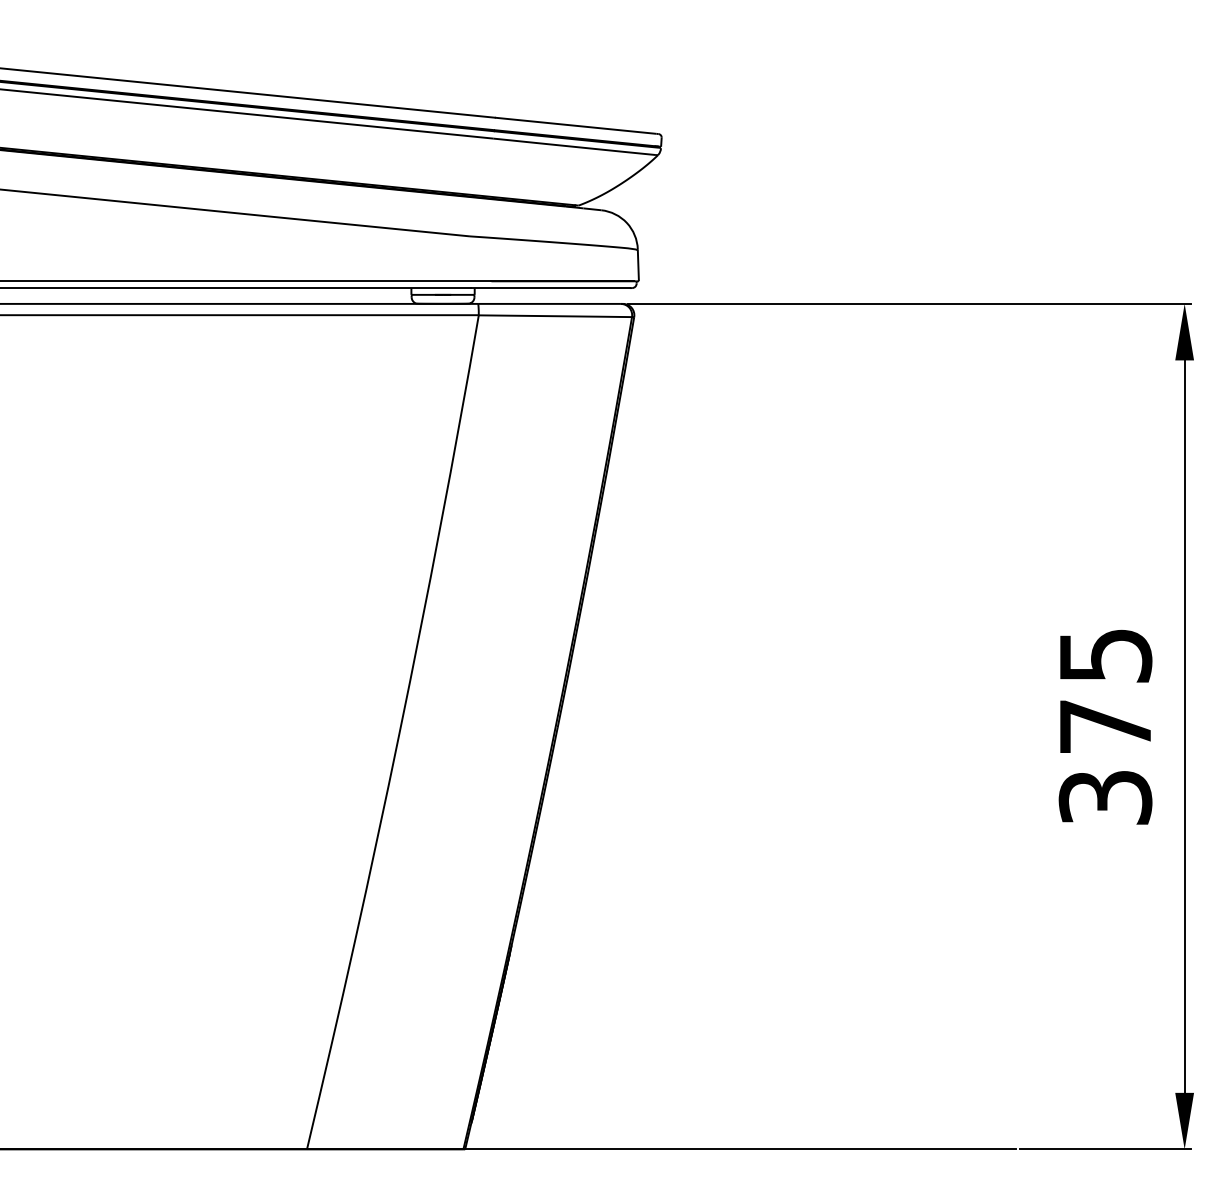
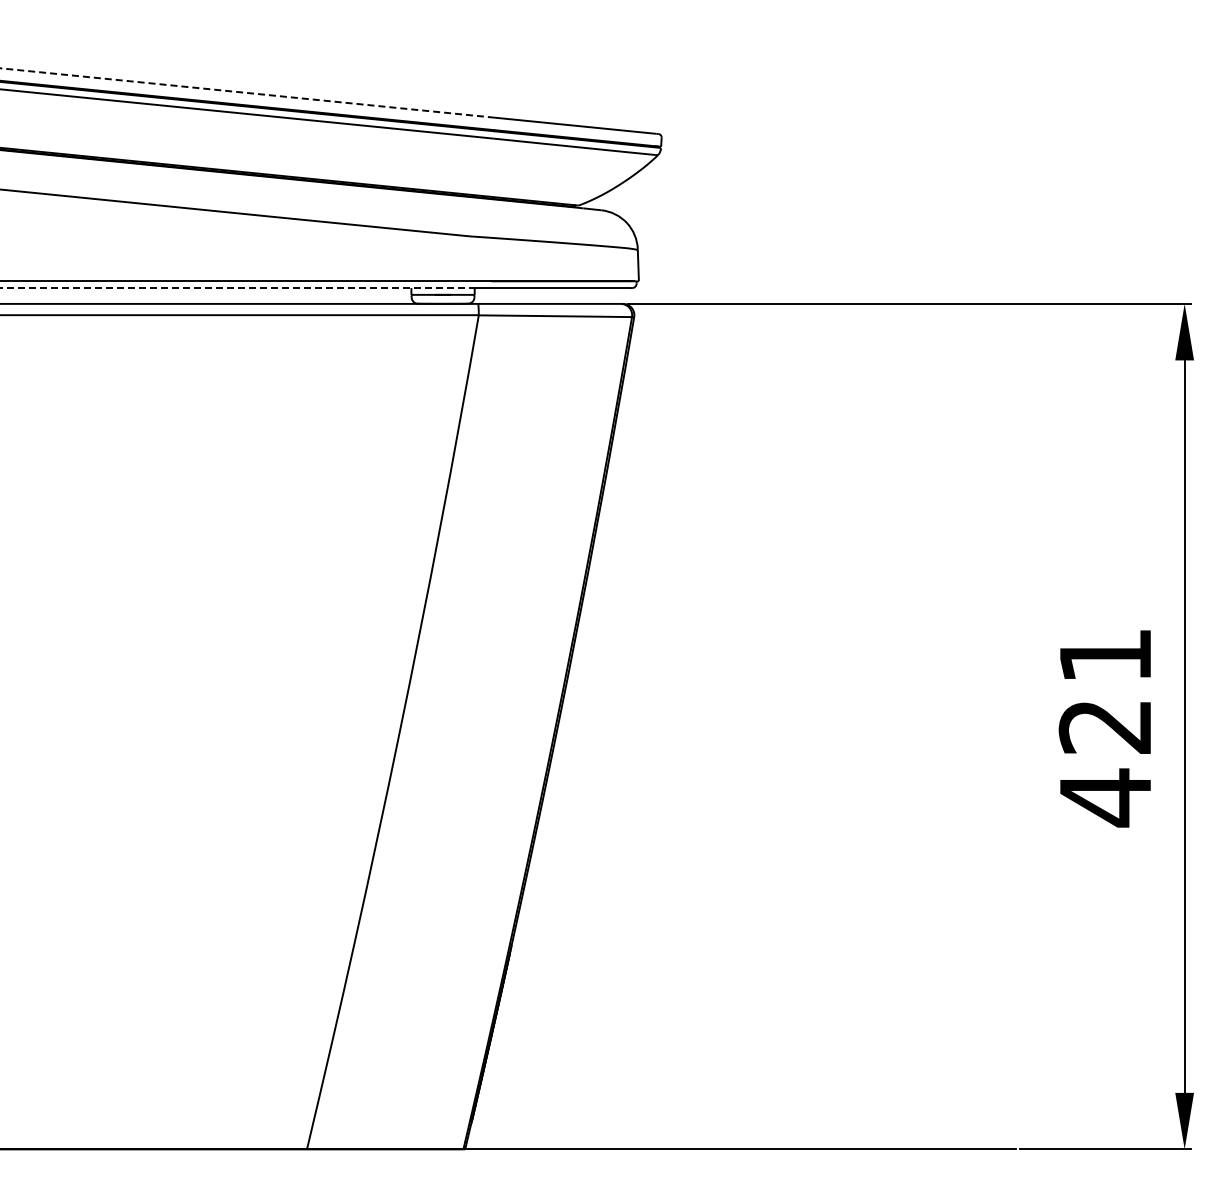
line at (247, 92): solid -> dashed
line at (236, 288): solid -> dashed
text at (1105, 728): 375 -> 421
